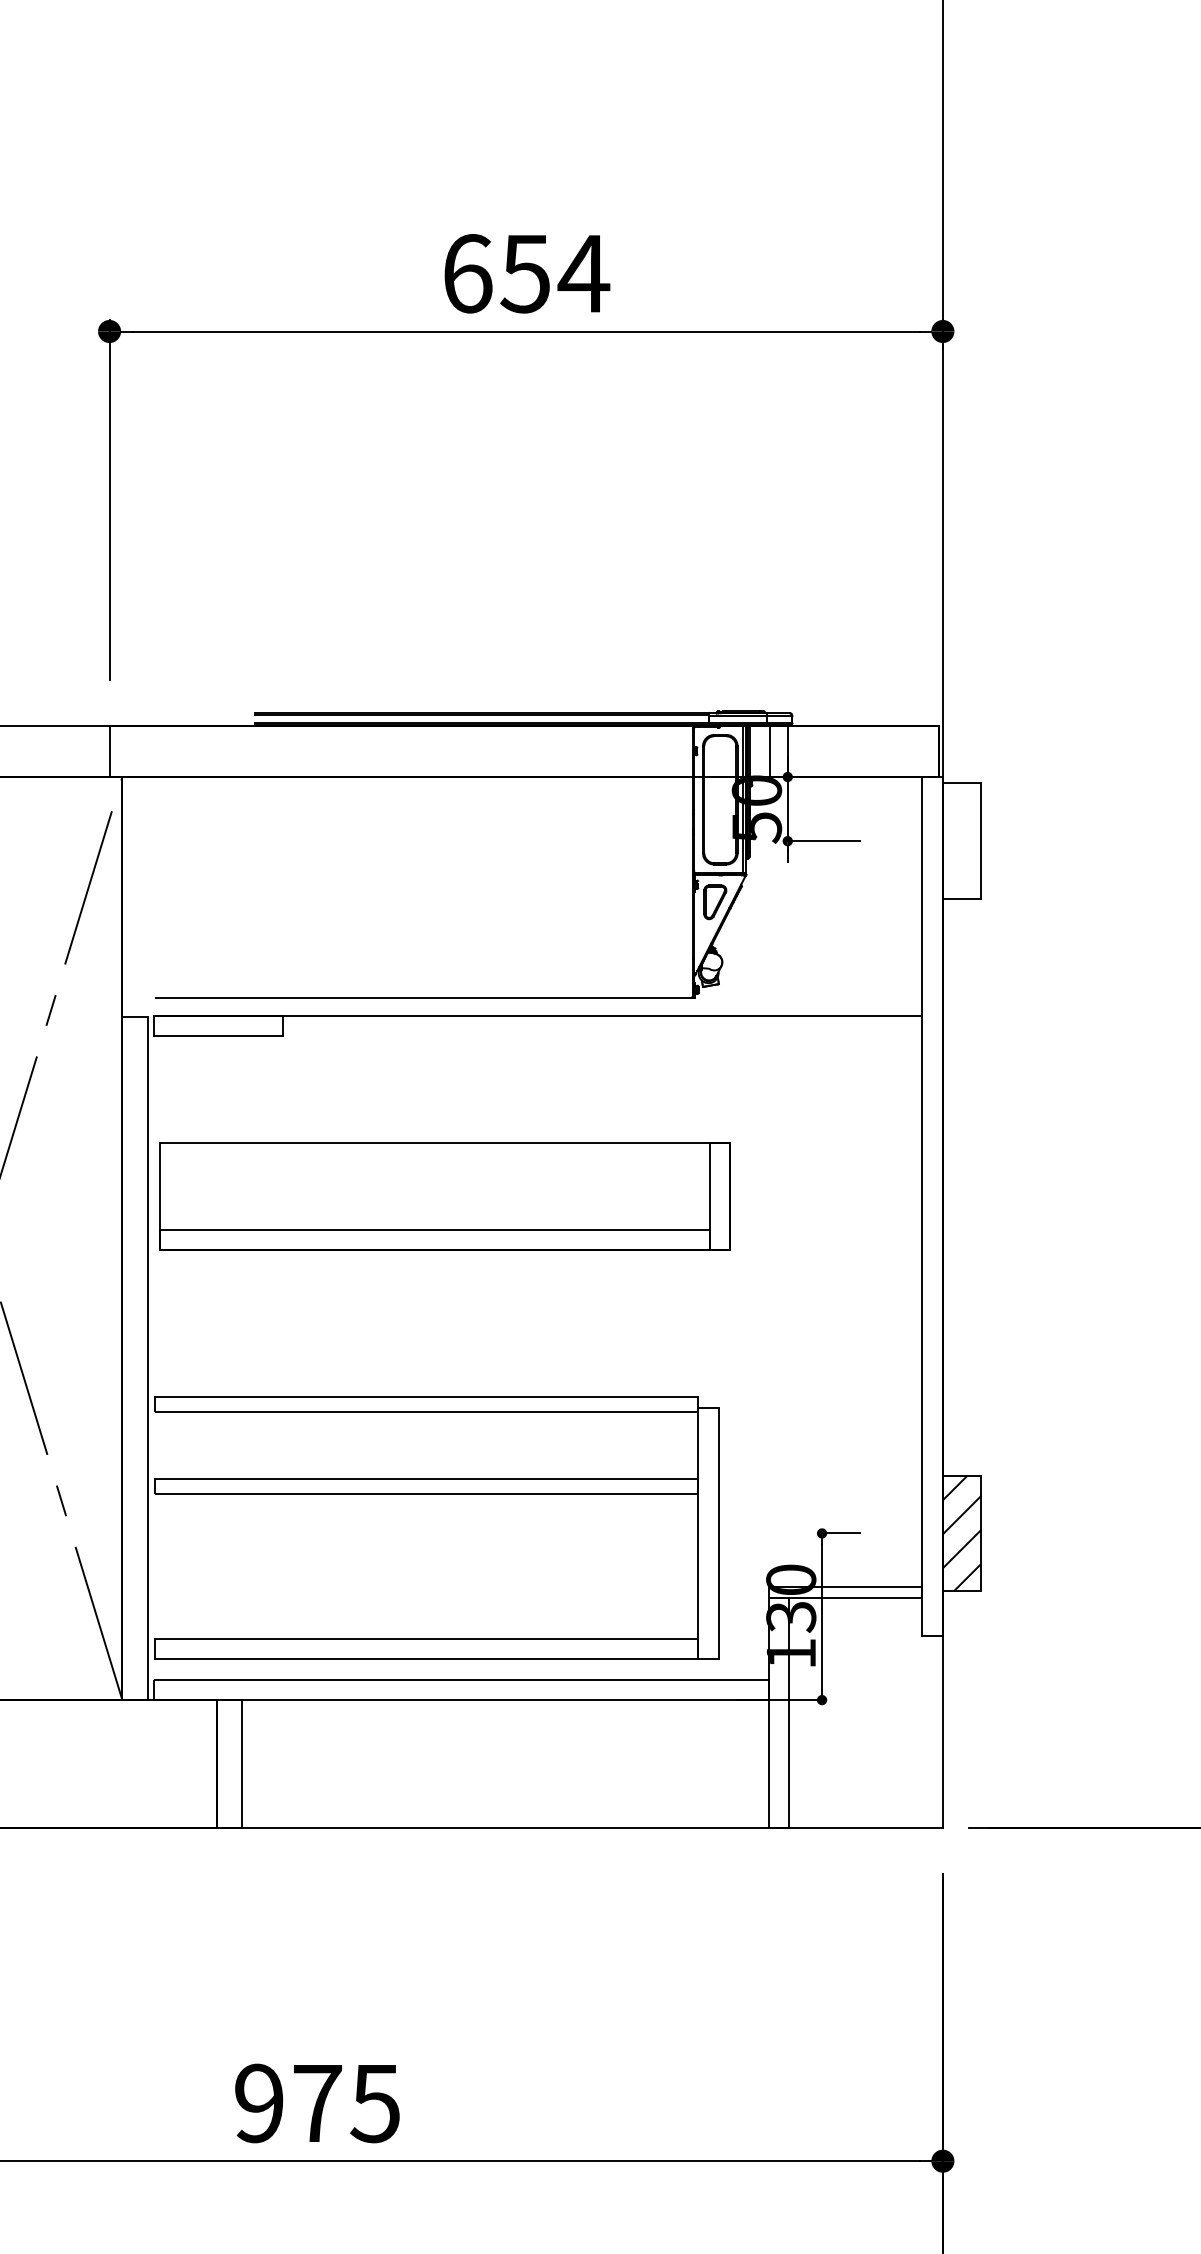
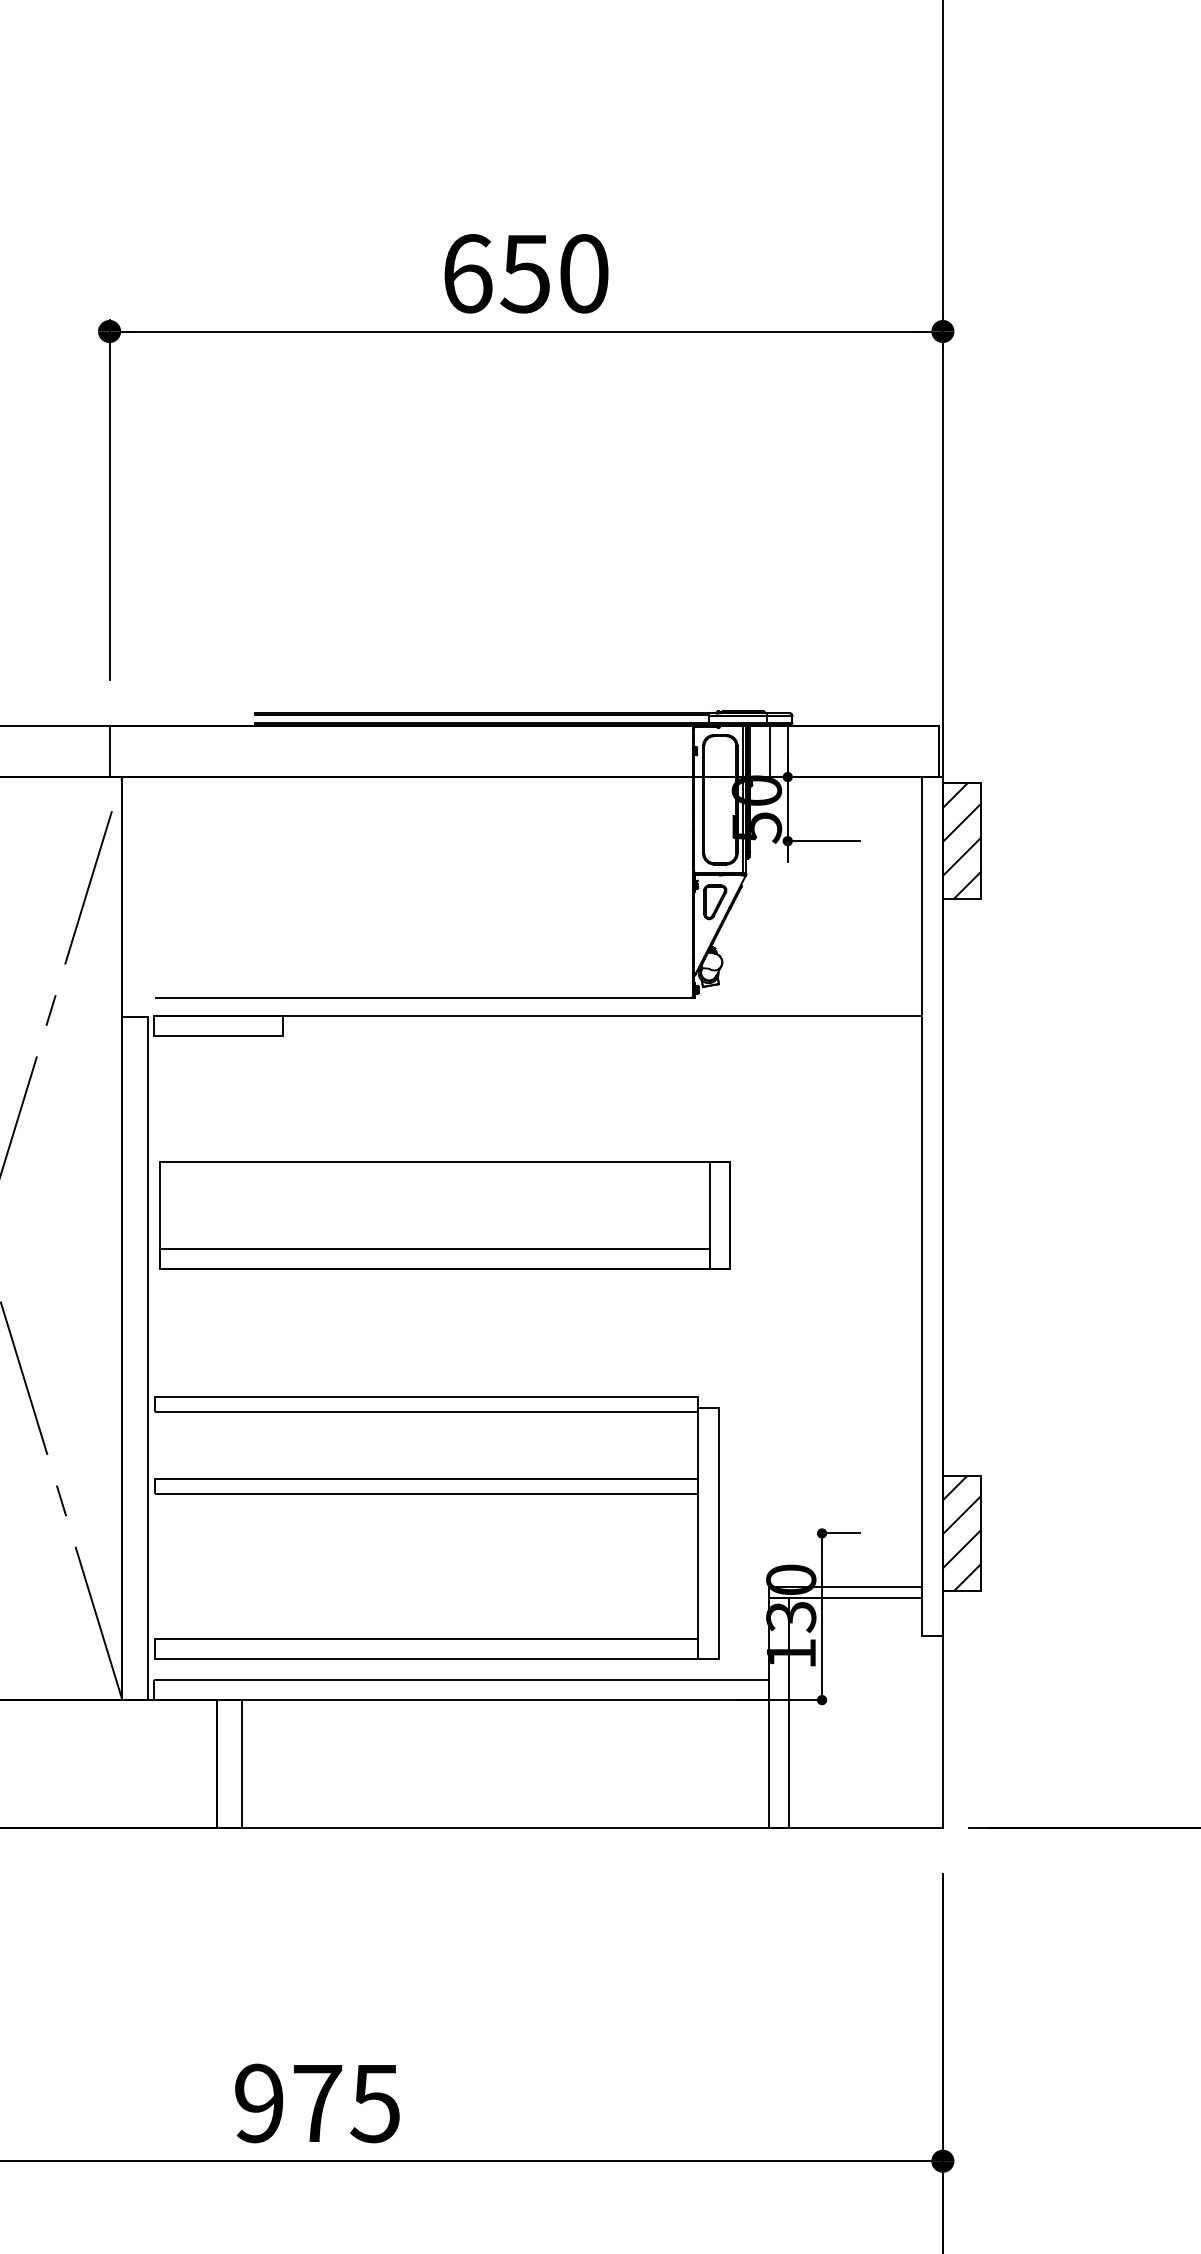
text at (583, 273): 654 -> 650
hatch at (961, 840): none -> present
part at (444, 1196) position: (444, 1196) -> (444, 1215)
